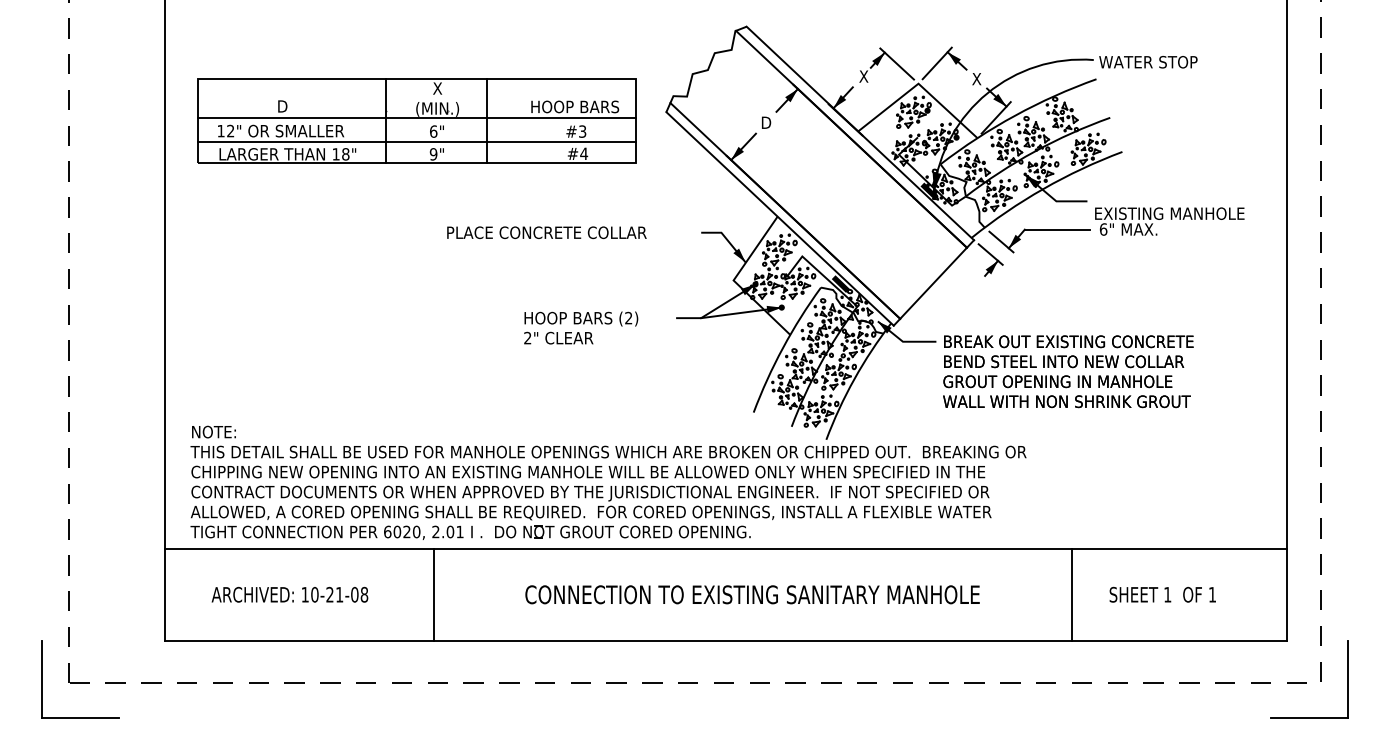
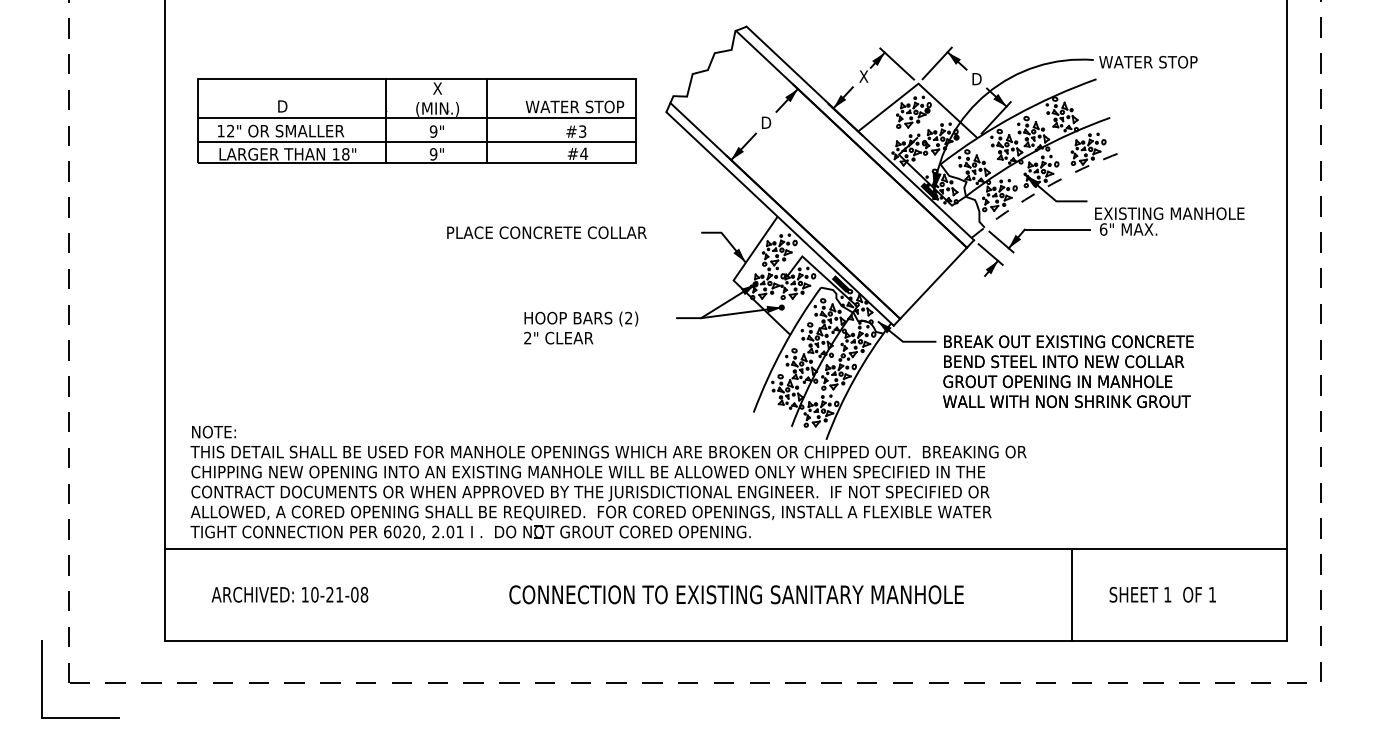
text at (976, 79): X -> D
text at (574, 106): HOOP BARS -> WATER STOP
text at (433, 131): 6" -> 9"
arc at (1043, 188): solid -> dashed
line at (433, 594): present -> none
text at (752, 594) position: (752, 594) -> (736, 594)
part at (1347, 679): present -> none
